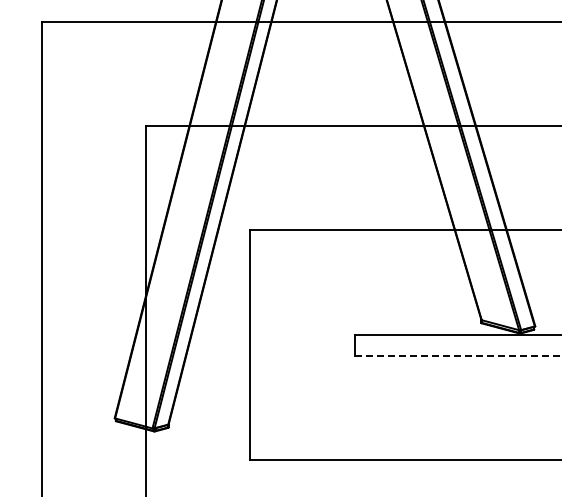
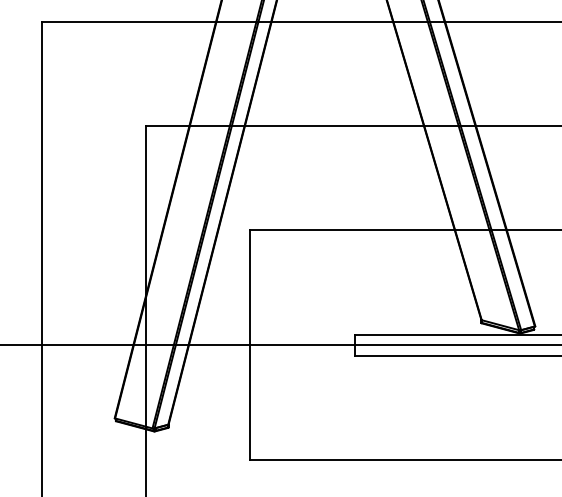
line at (280, 345): none -> present
line at (458, 355): dashed -> solid
